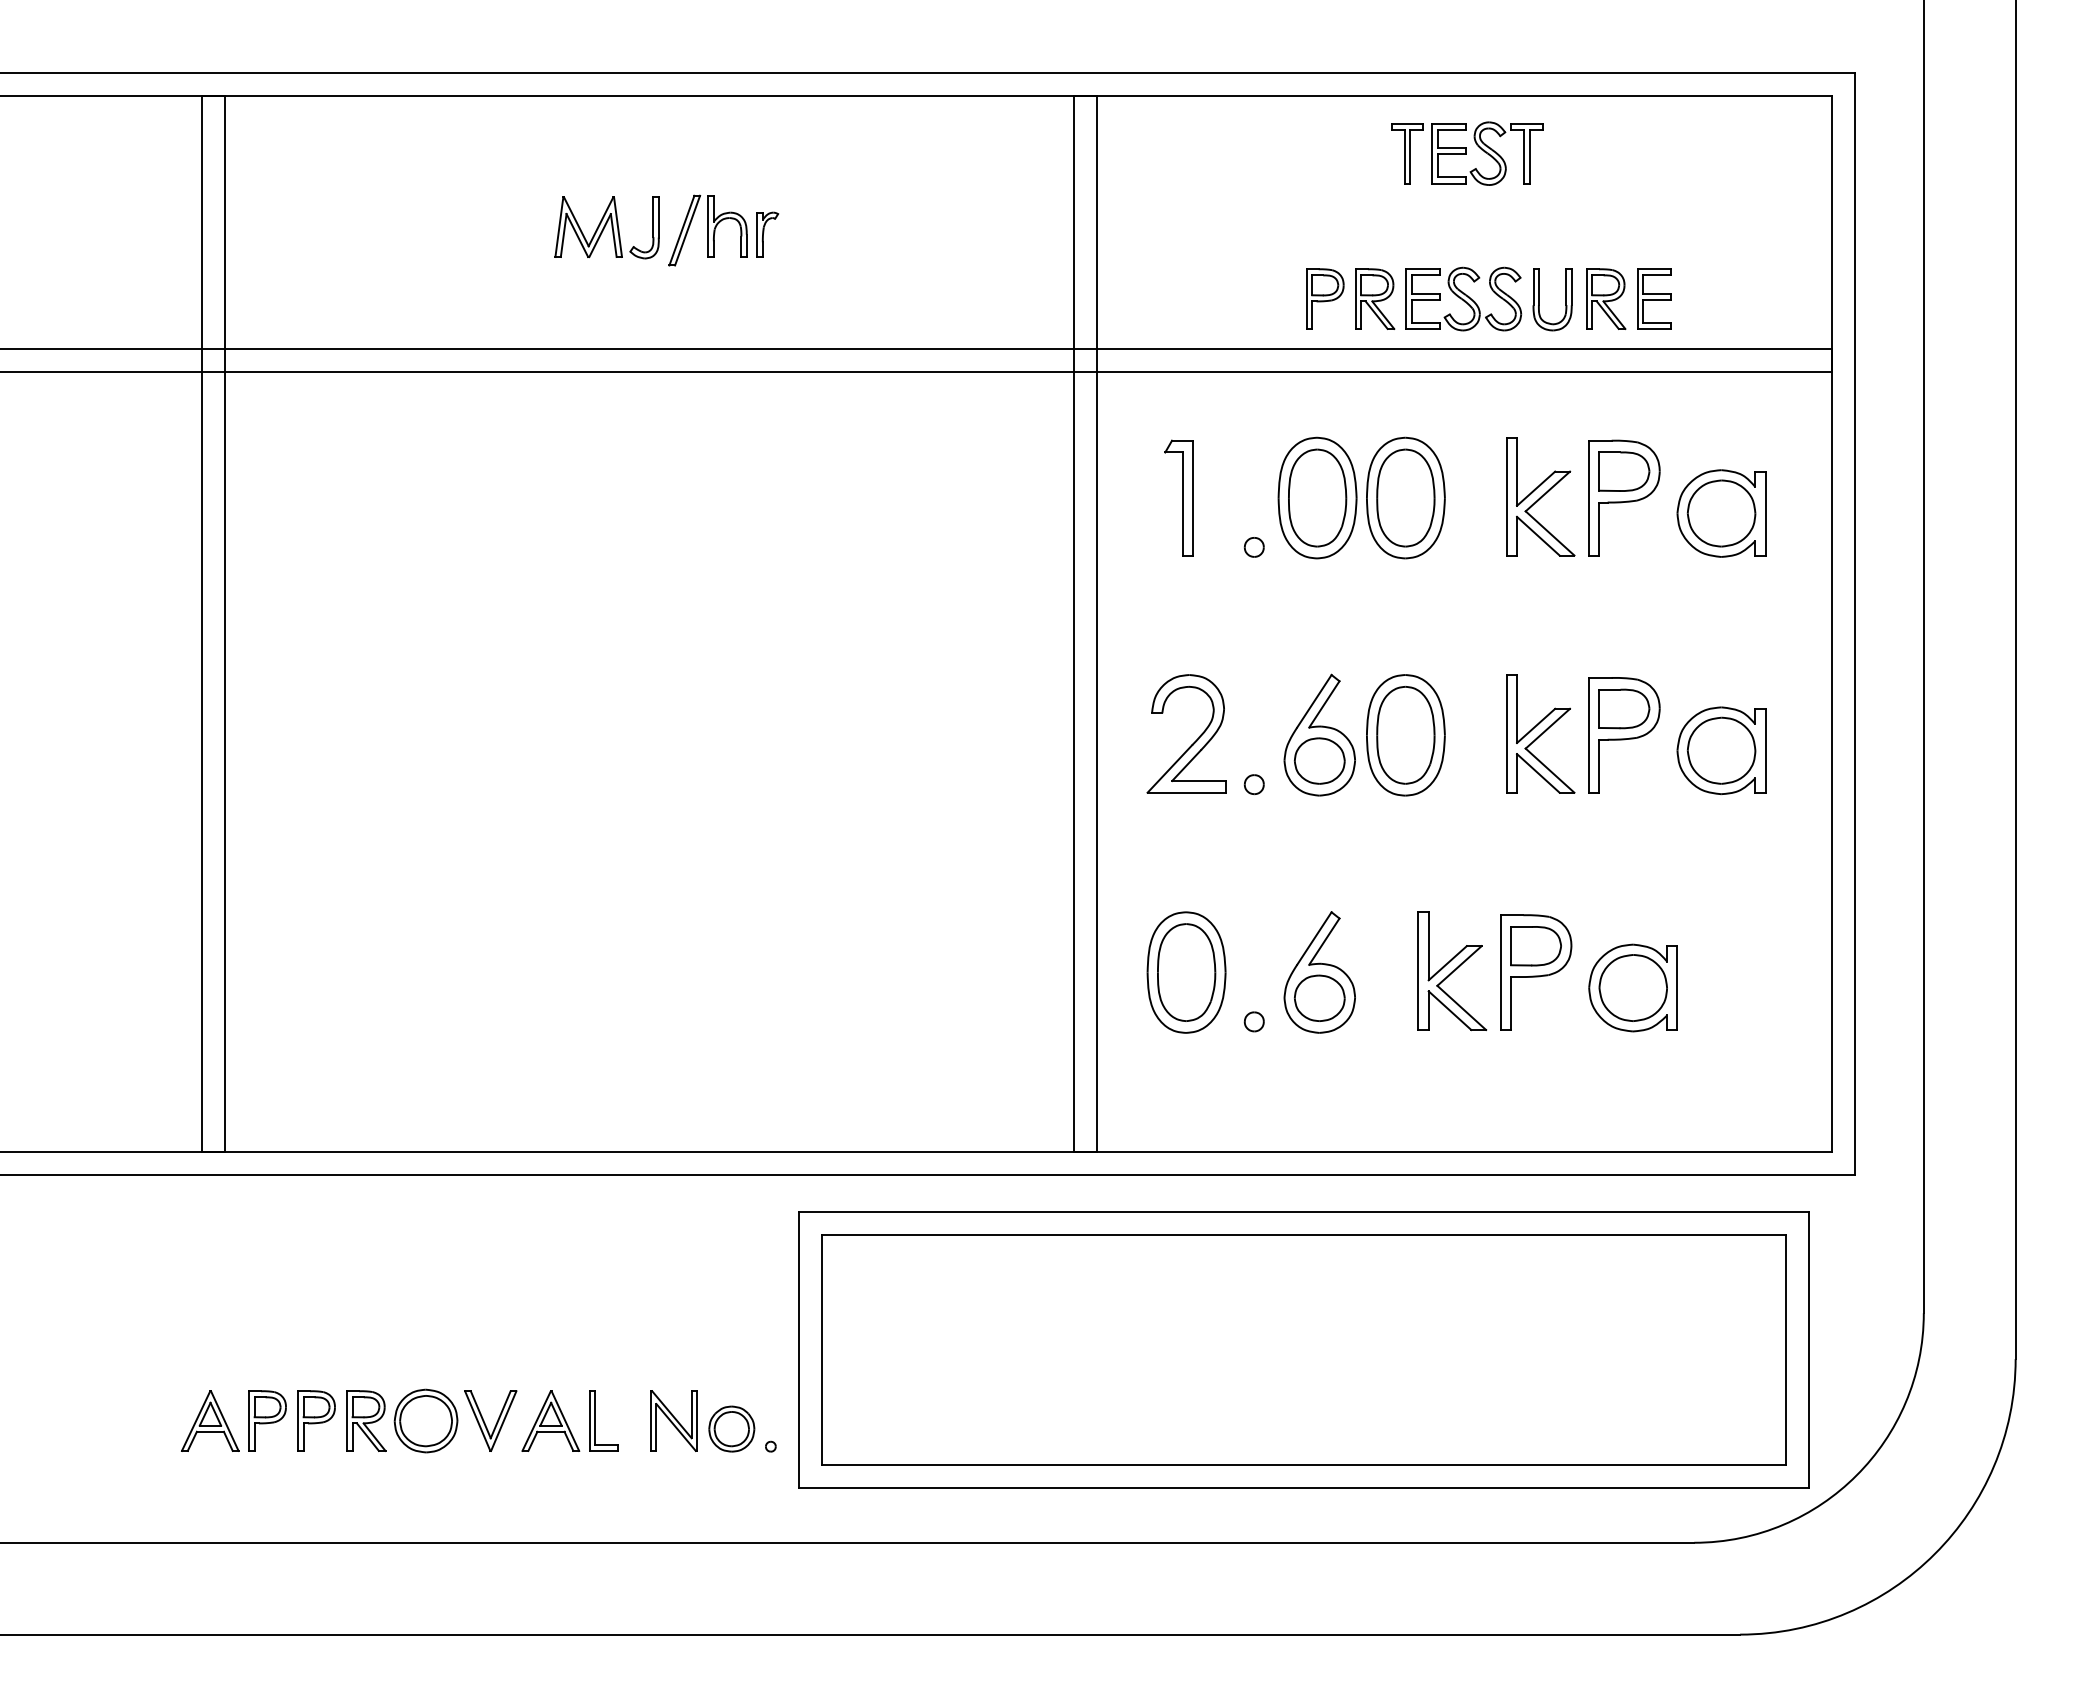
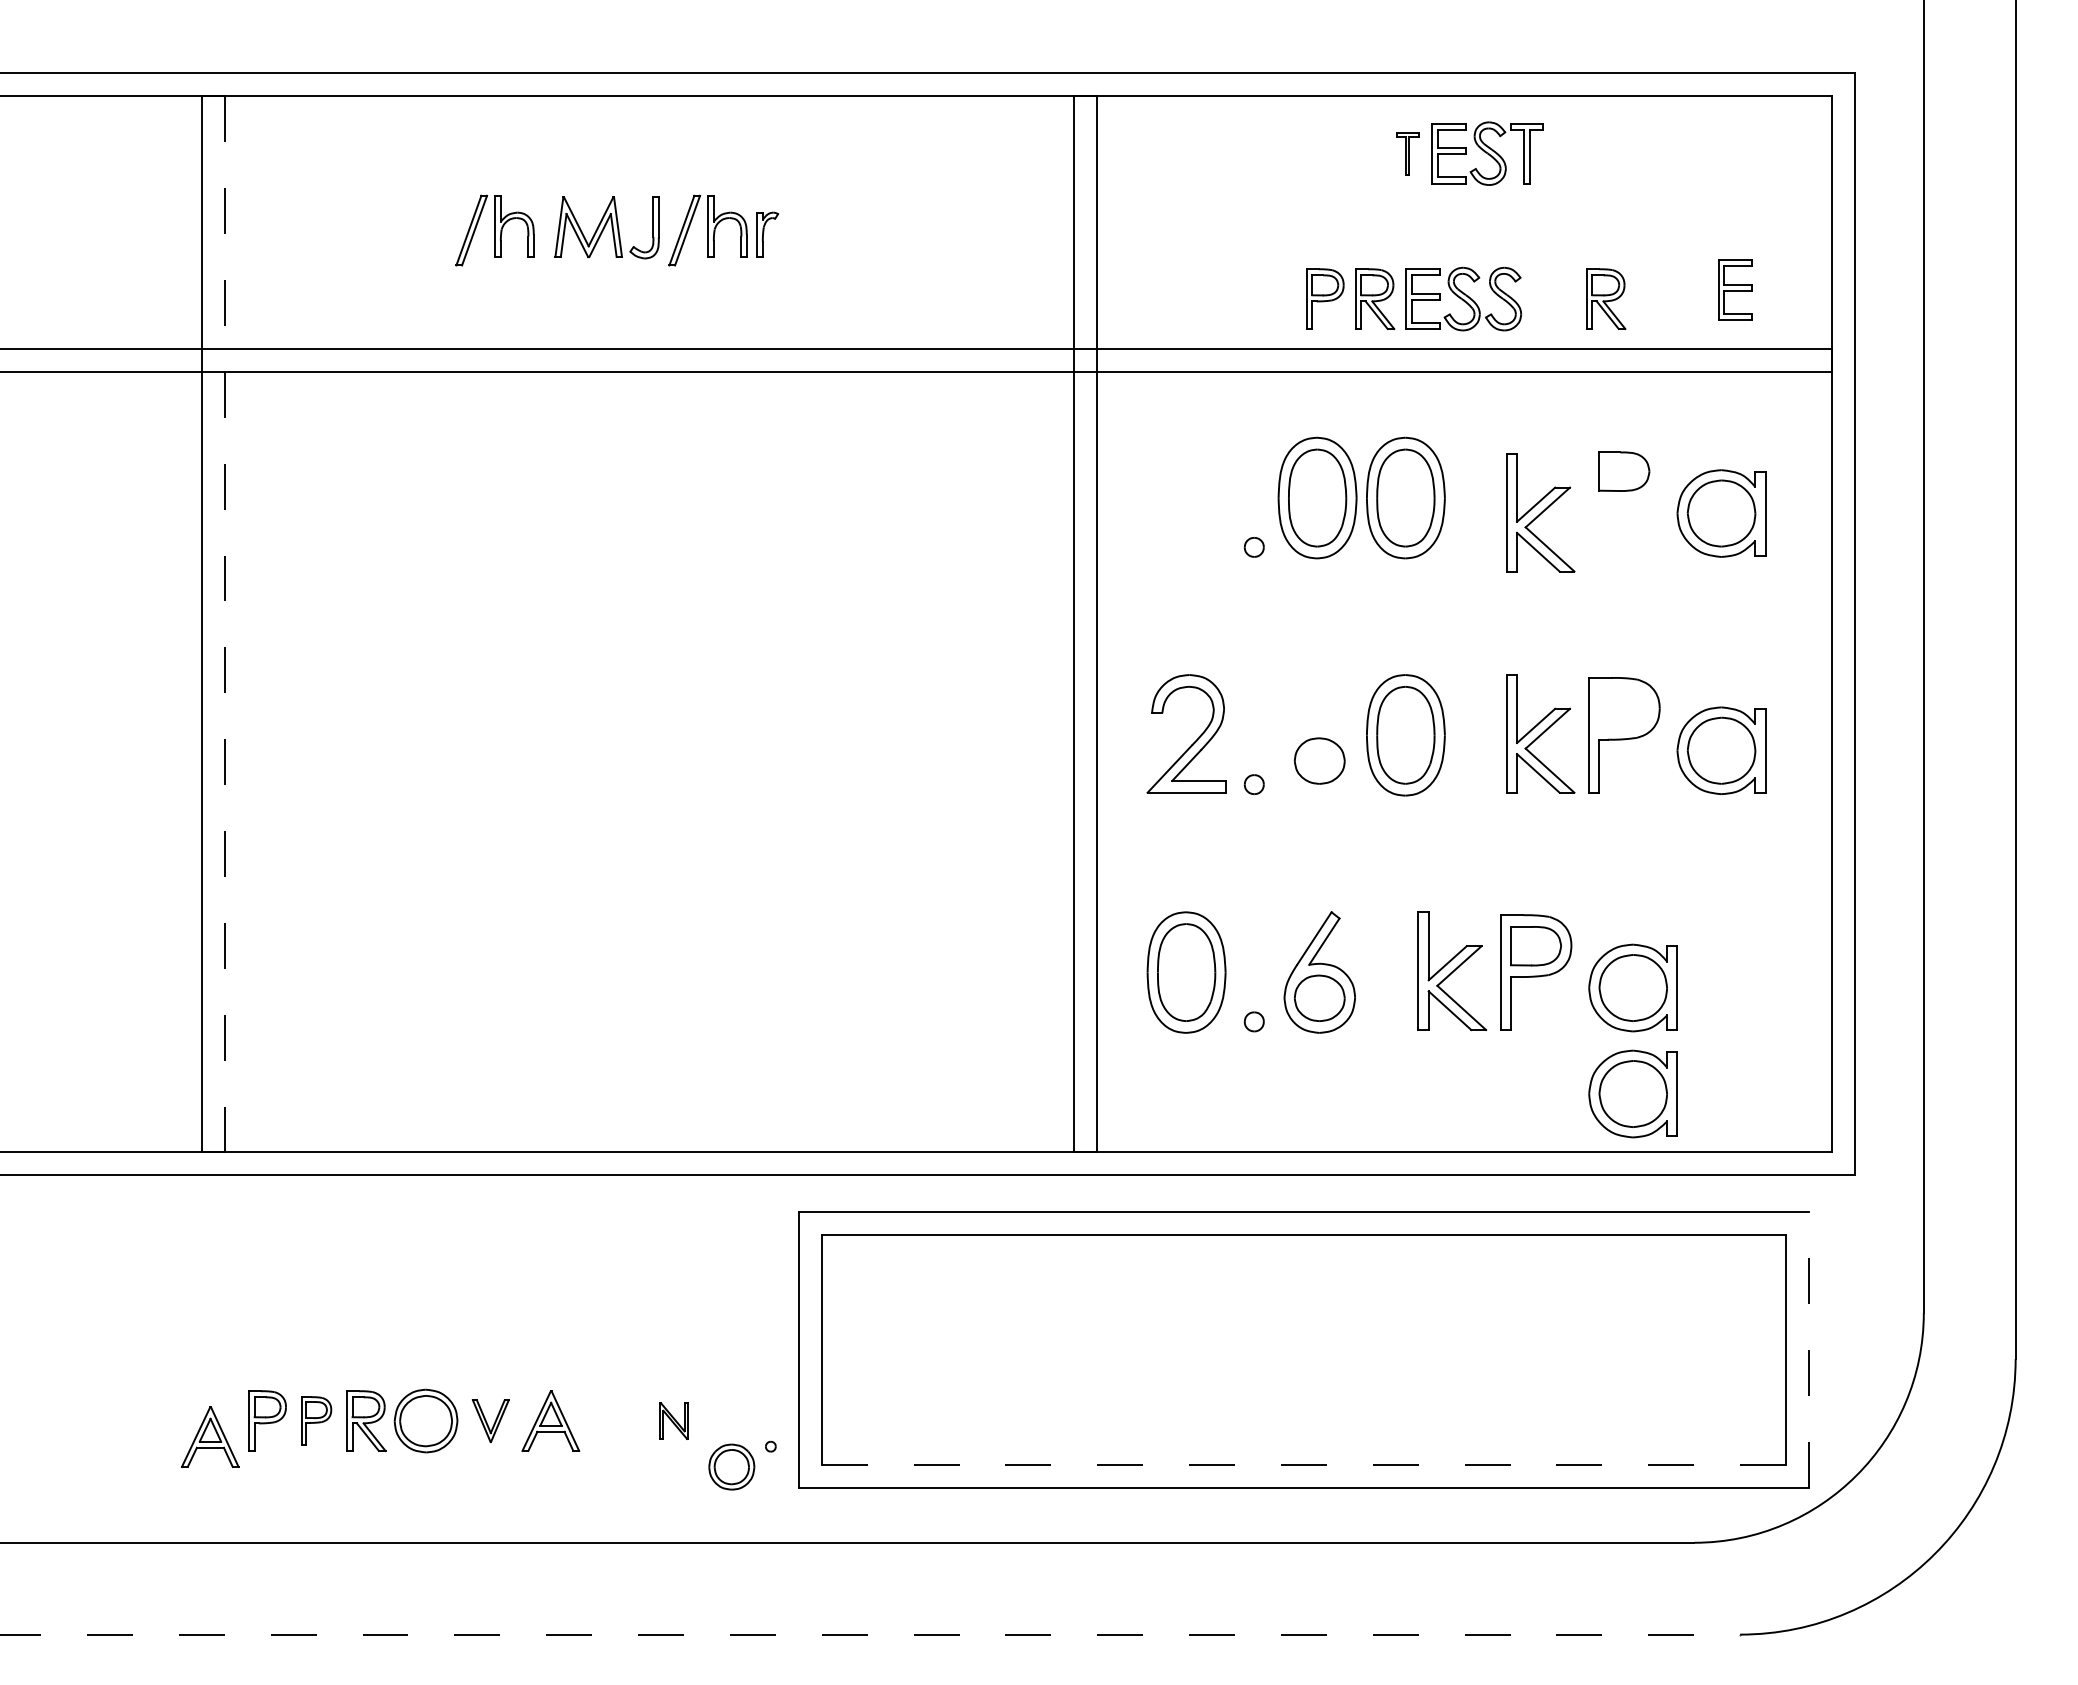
part at (1407, 153) size: 33x62 px -> 24x44 px
part at (494, 230): none -> present
part at (1654, 298) position: (1654, 298) -> (1735, 289)
part at (1539, 299): present -> none
part at (1540, 496) position: (1540, 496) -> (1540, 512)
part at (1178, 497): present -> none
part at (1624, 497): present -> none
line at (224, 623): solid -> dashed
part at (1624, 708): present -> none
part at (1319, 734): present -> none
part at (1632, 1093): none -> present
line at (1809, 1349): solid -> dashed
part at (210, 1420) position: (210, 1420) -> (210, 1436)
part at (316, 1420) size: 39x62 px -> 32x50 px
part at (490, 1420) size: 54x62 px -> 39x44 px
part at (595, 1420): present -> none
part at (673, 1420) size: 48x62 px -> 30x38 px
part at (731, 1428) position: (731, 1428) -> (731, 1466)
line at (1304, 1464): solid -> dashed
line at (870, 1634): solid -> dashed
